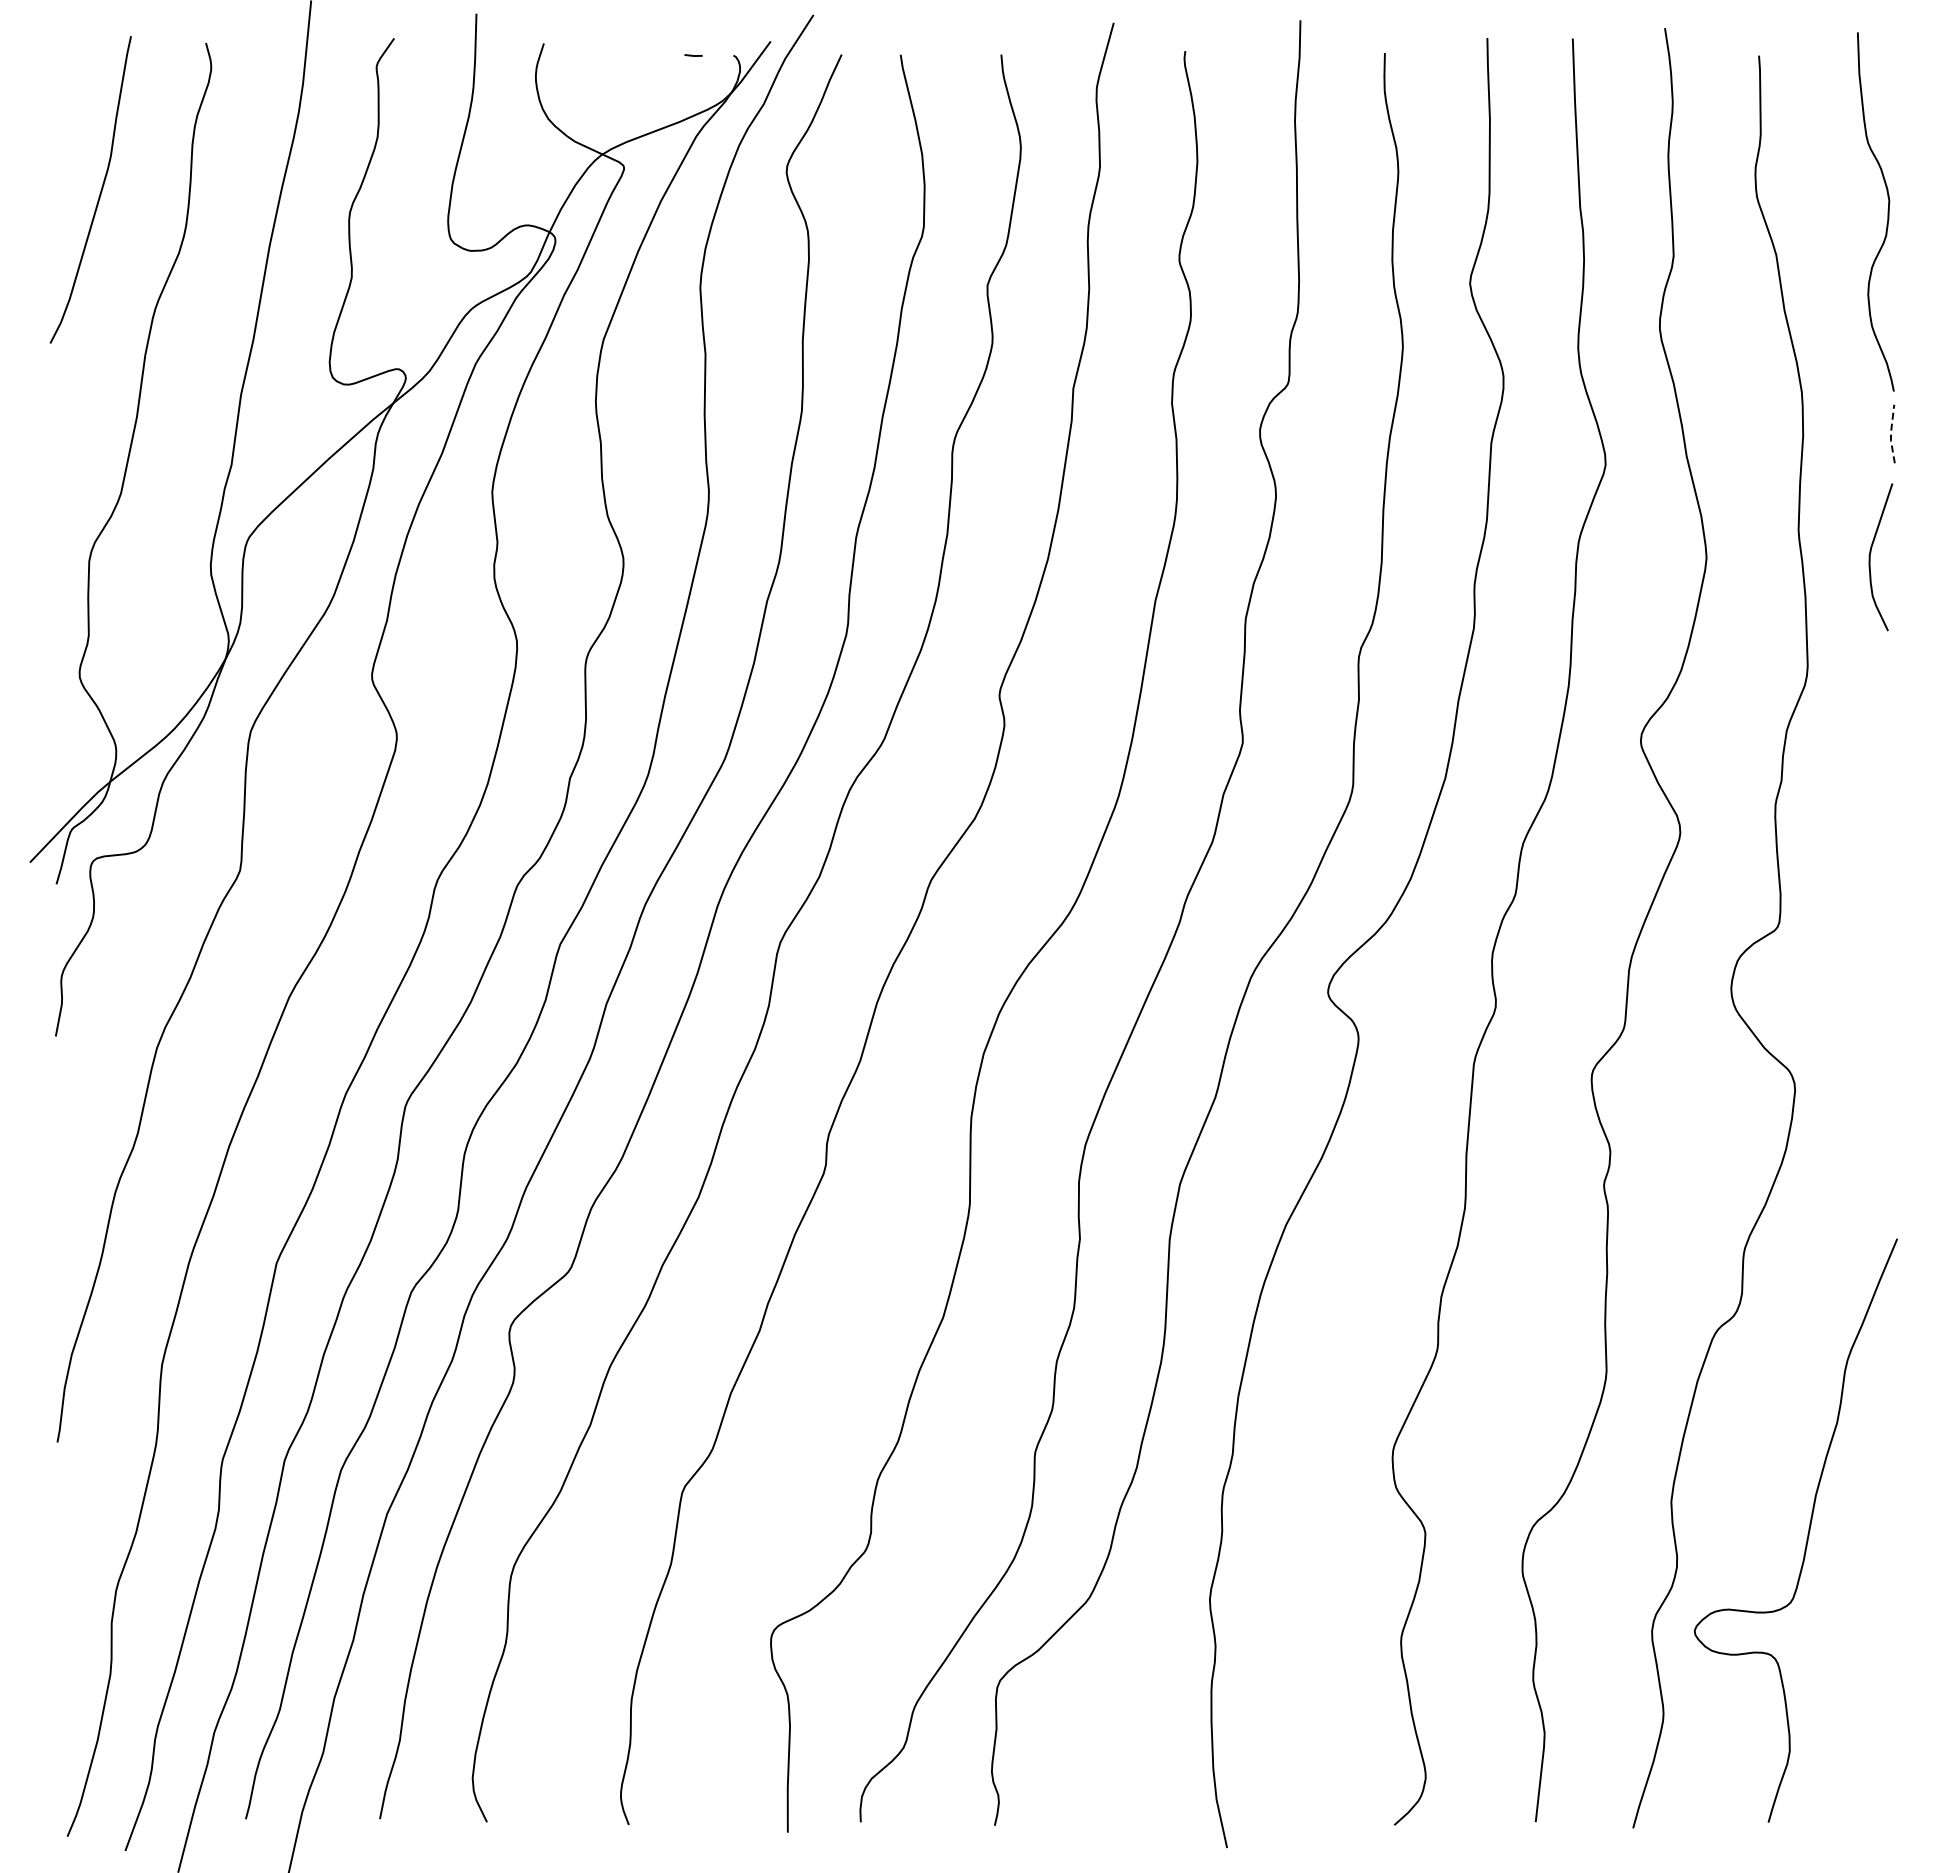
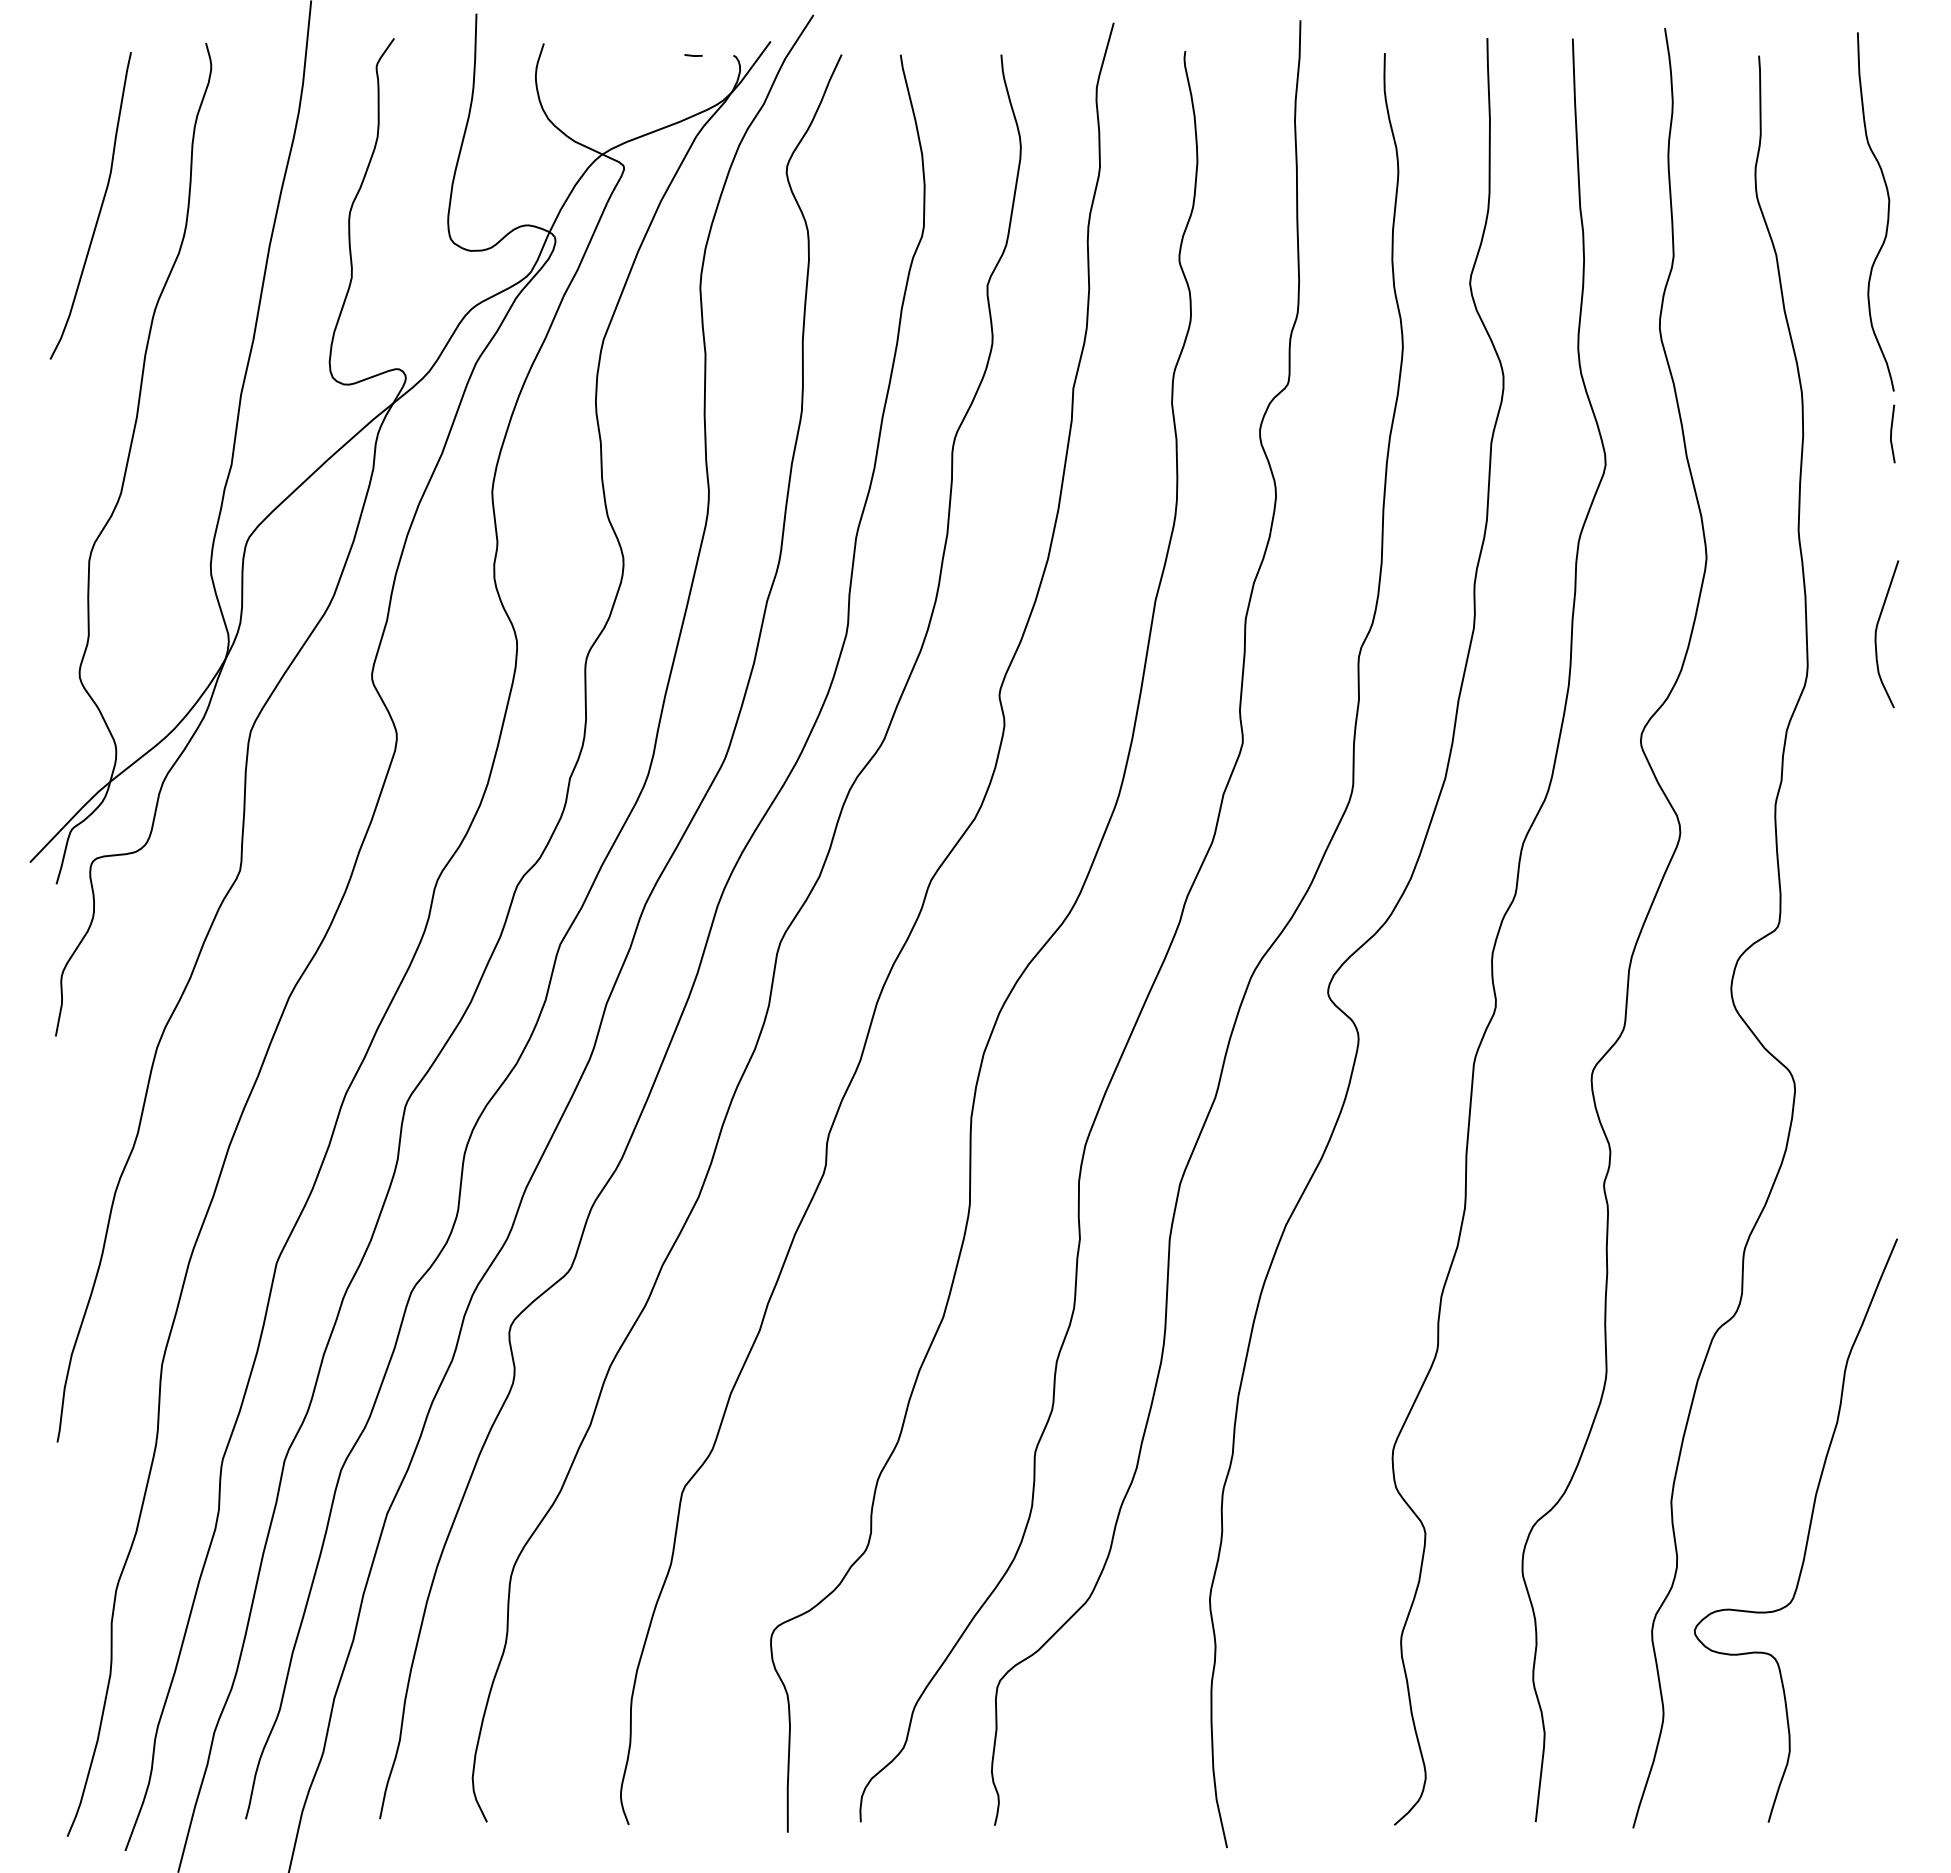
curve at (99, 193) position: (99, 193) -> (99, 209)
line at (1891, 434): dashed -> solid
curve at (1870, 557) position: (1870, 557) -> (1876, 634)
